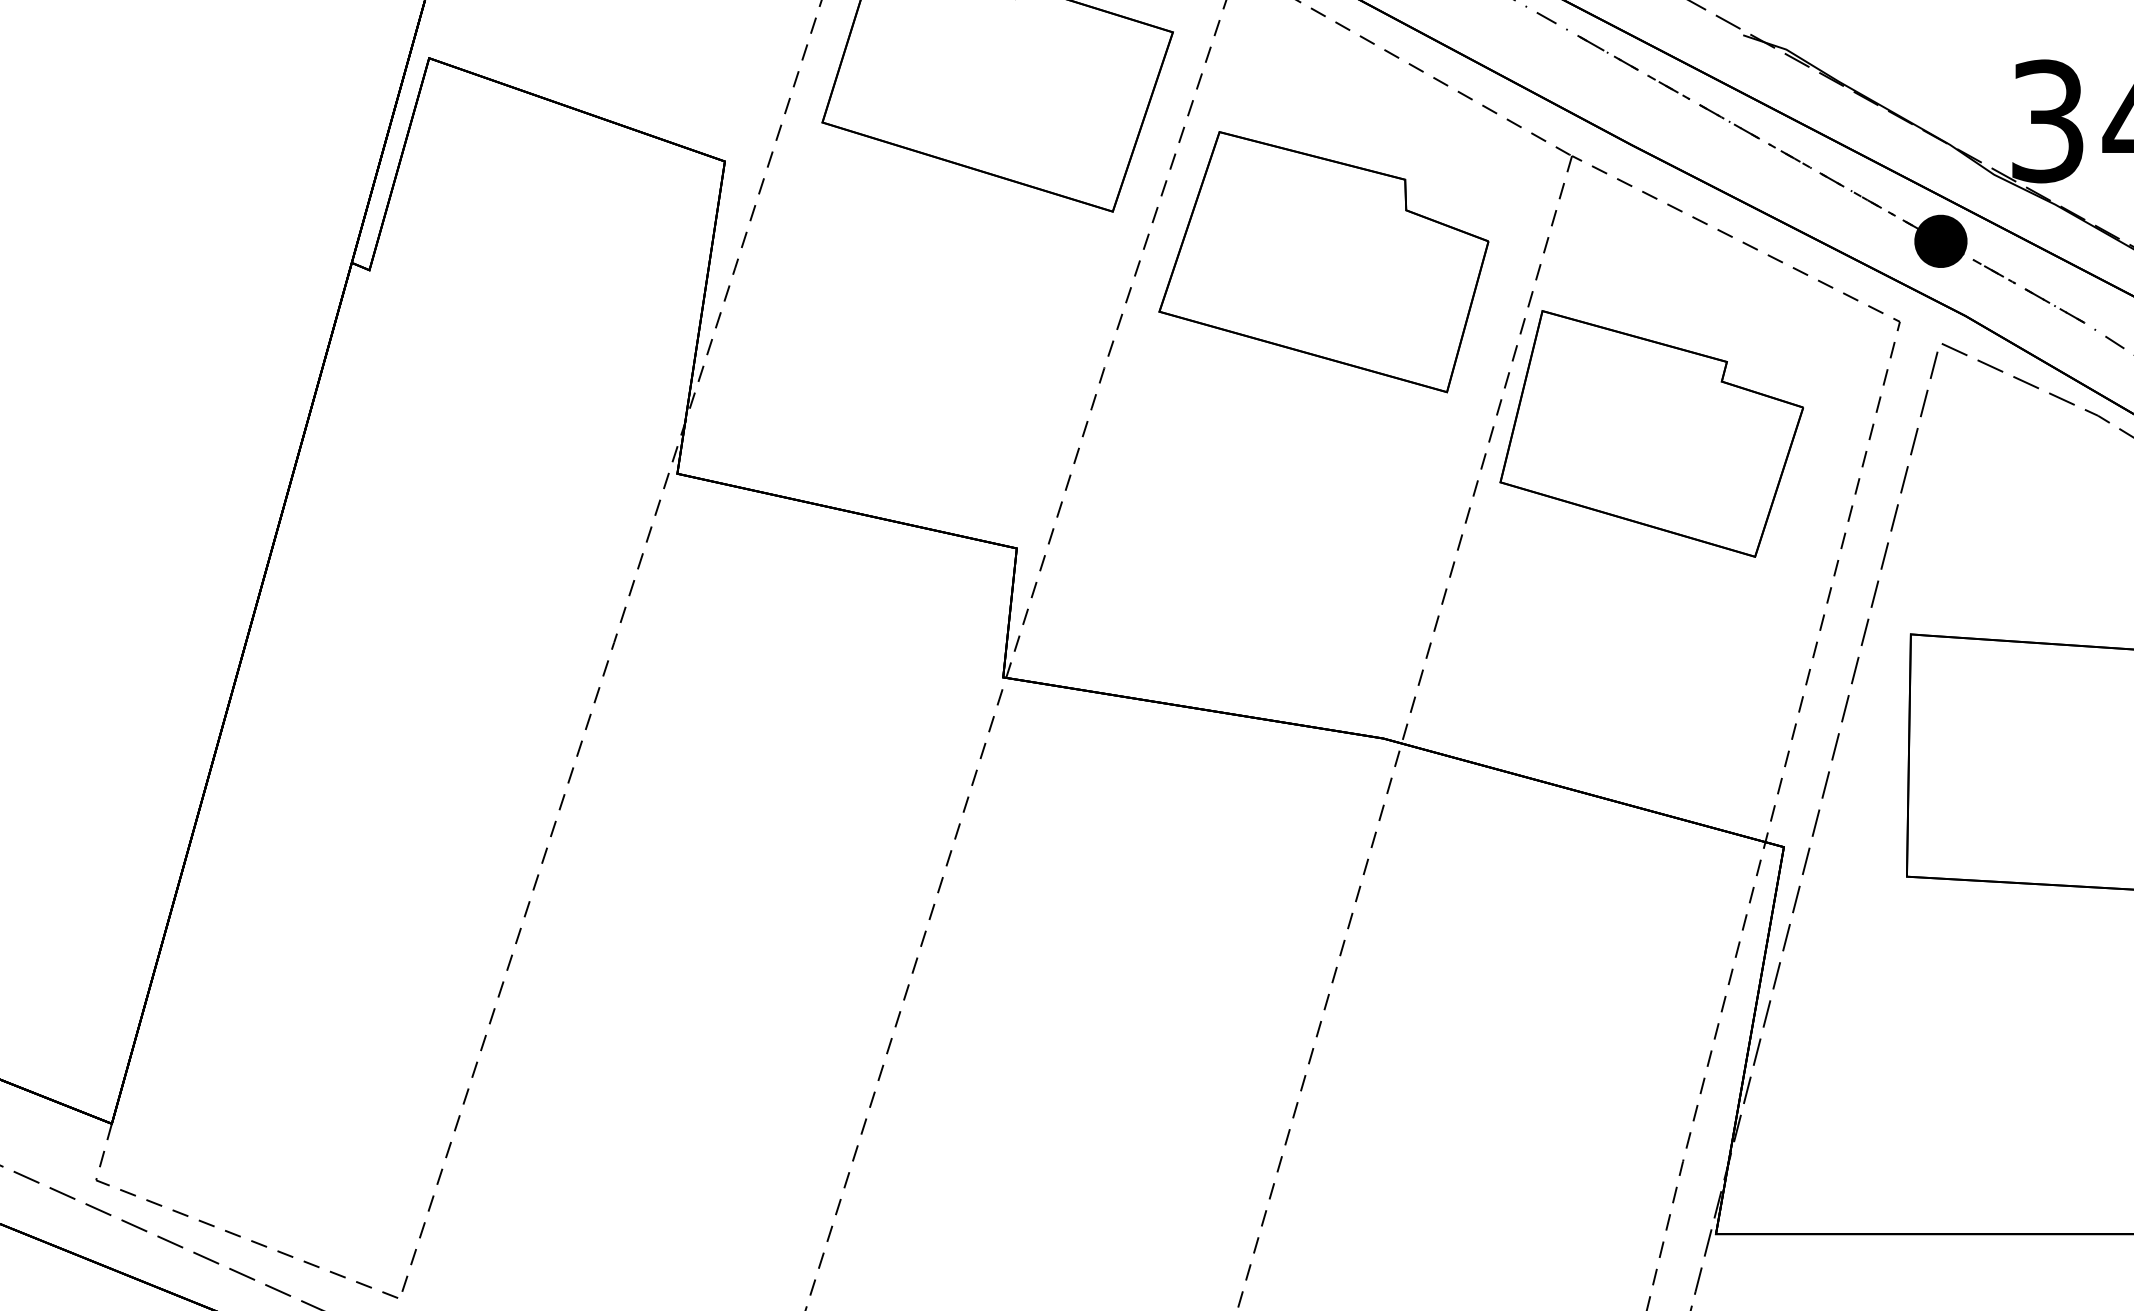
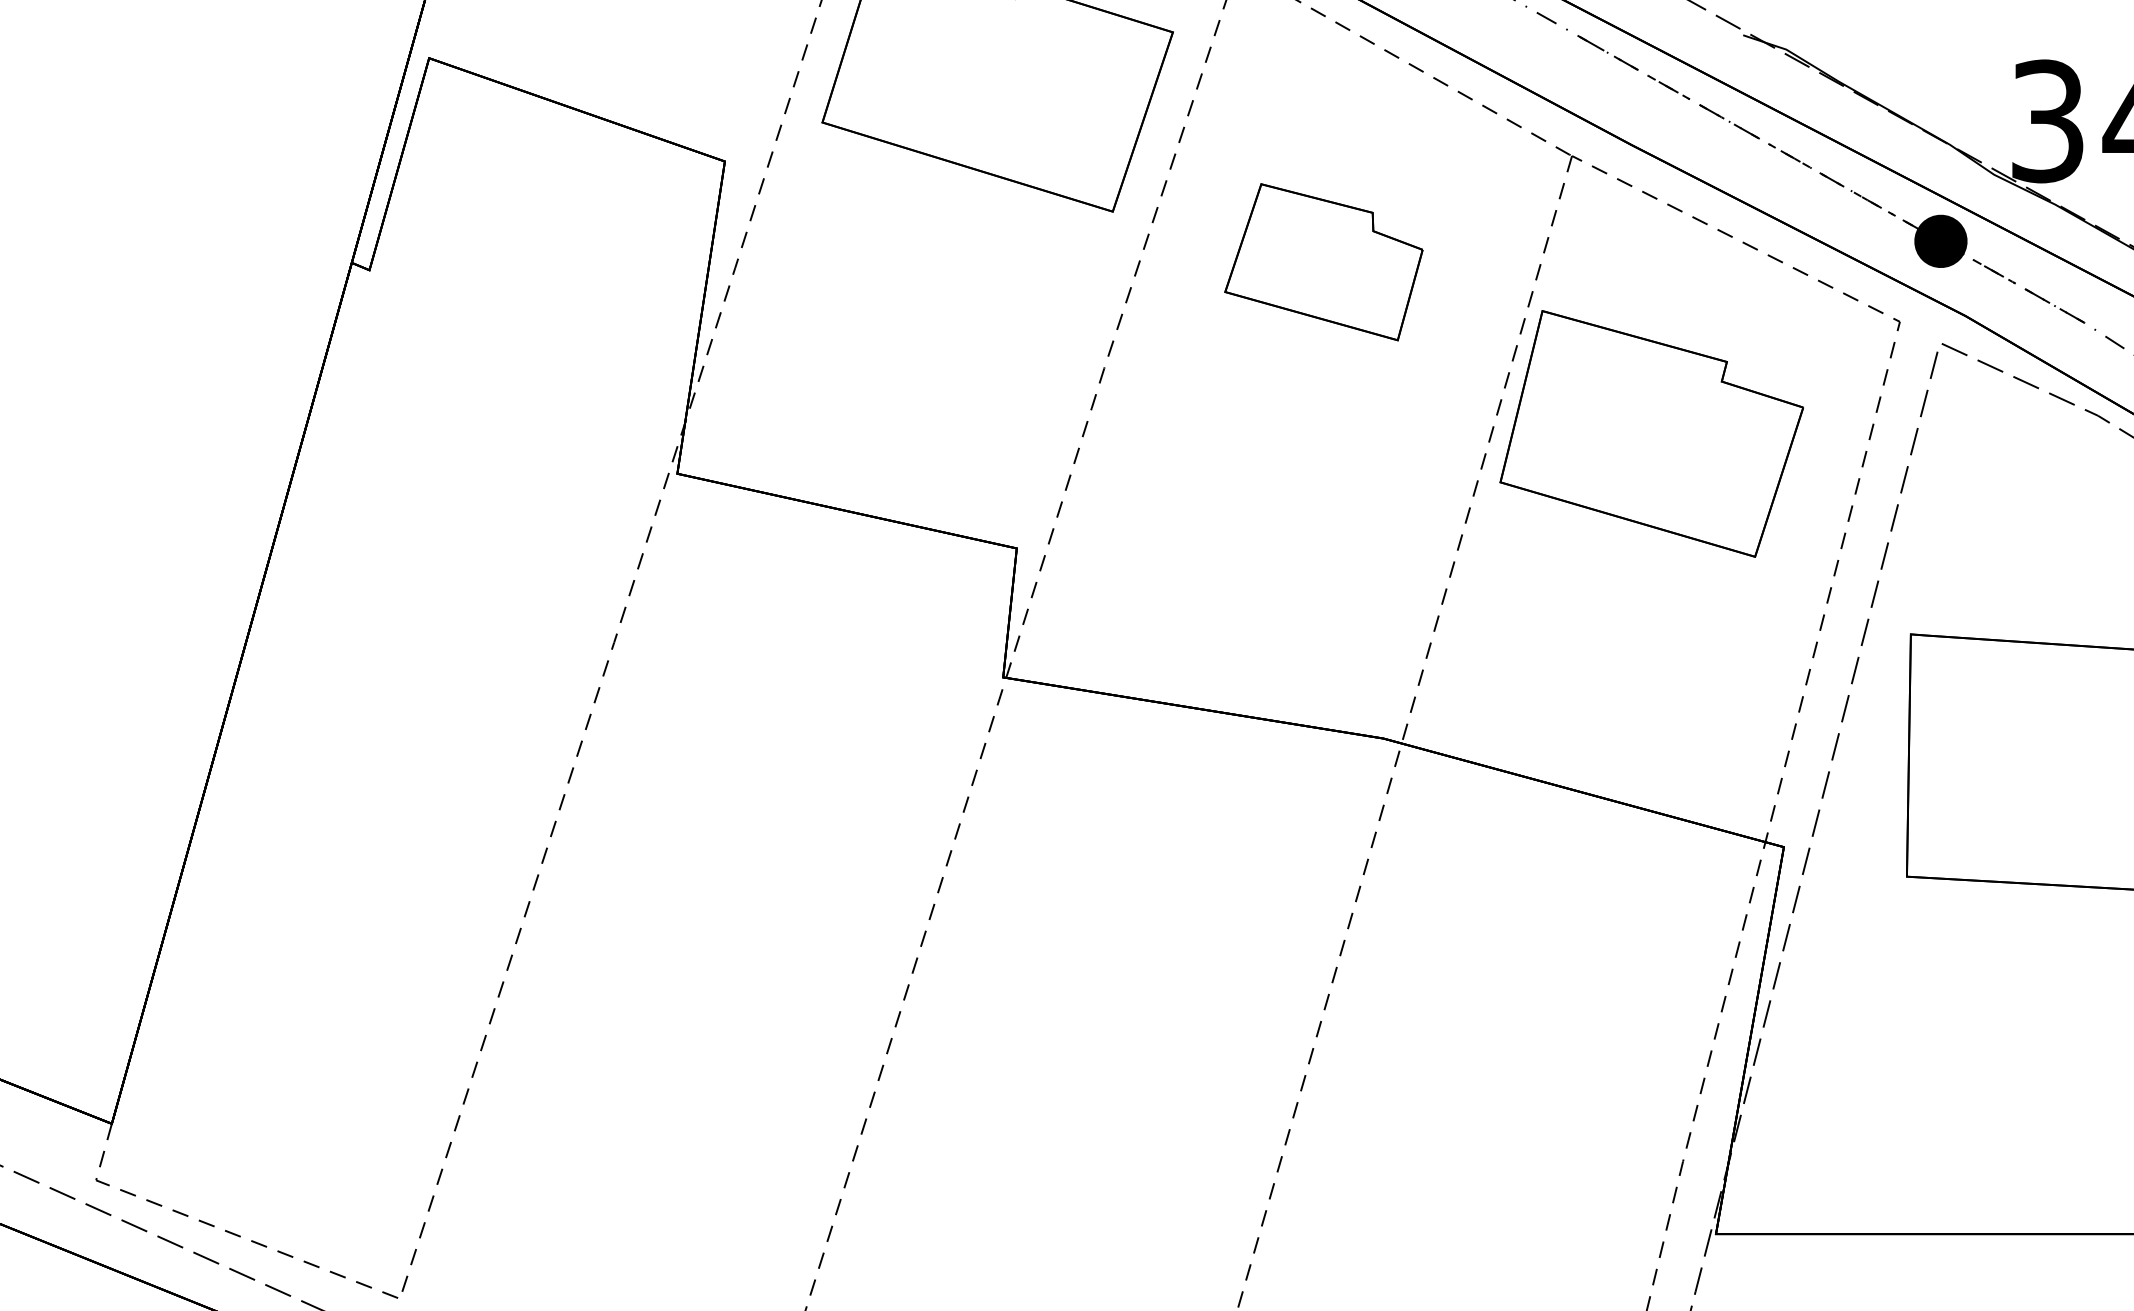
part at (1323, 262) size: 332x263 px -> 200x159 px
